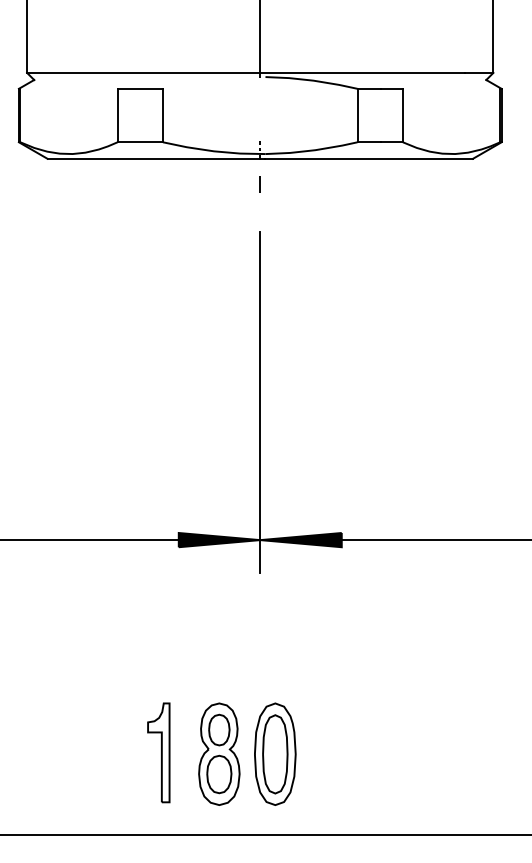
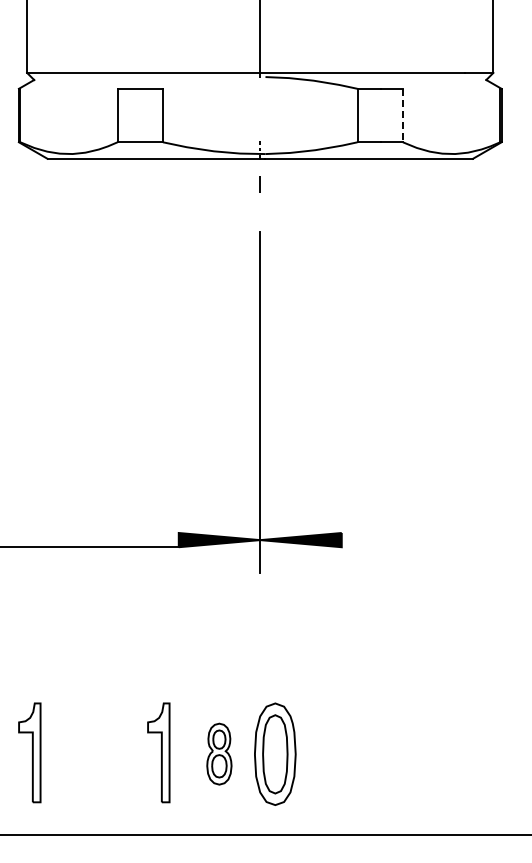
line at (402, 115): solid -> dashed
line at (90, 540) position: (90, 540) -> (90, 547)
line at (434, 540): present -> none
part at (29, 752): none -> present
part at (219, 753) size: 43x104 px -> 27x64 px
